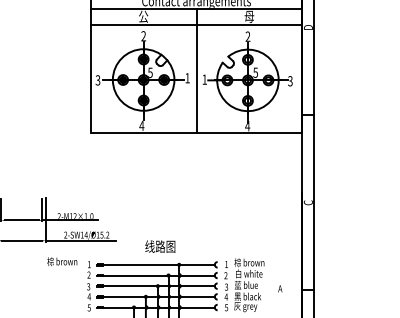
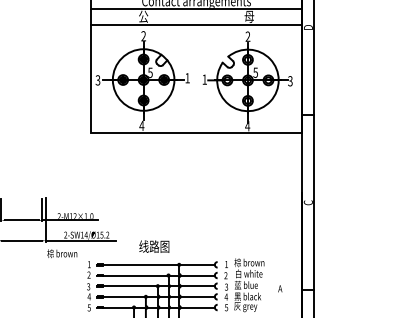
line at (196, 70): present -> none
text at (160, 246) position: (160, 246) -> (154, 246)
text at (62, 261) position: (62, 261) -> (62, 253)
